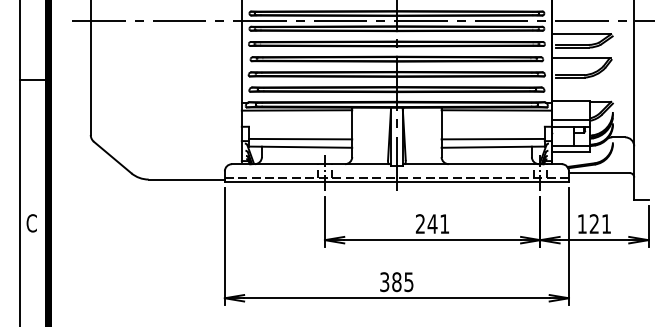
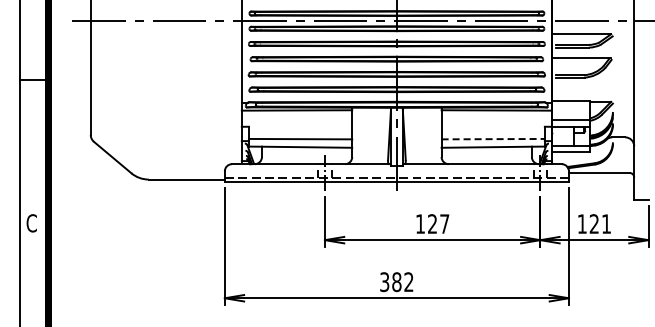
line at (493, 139): solid -> dashed
text at (432, 223): 241 -> 127
text at (408, 282): 385 -> 382
